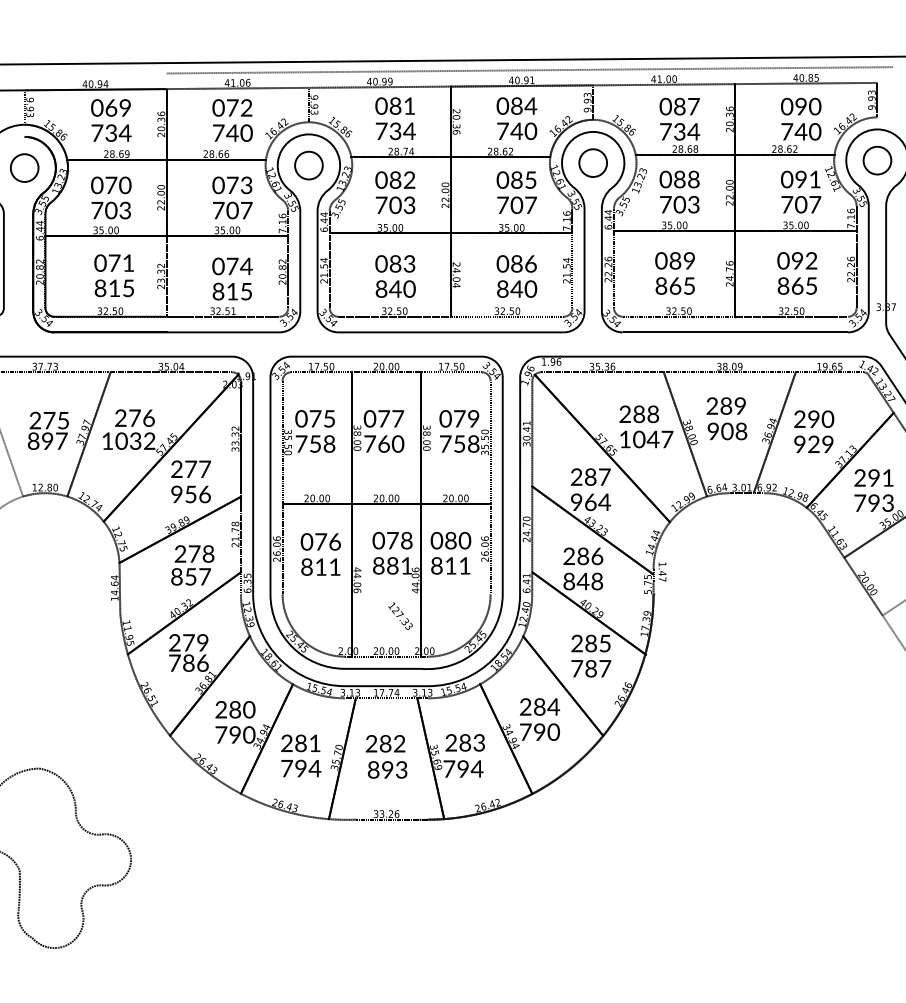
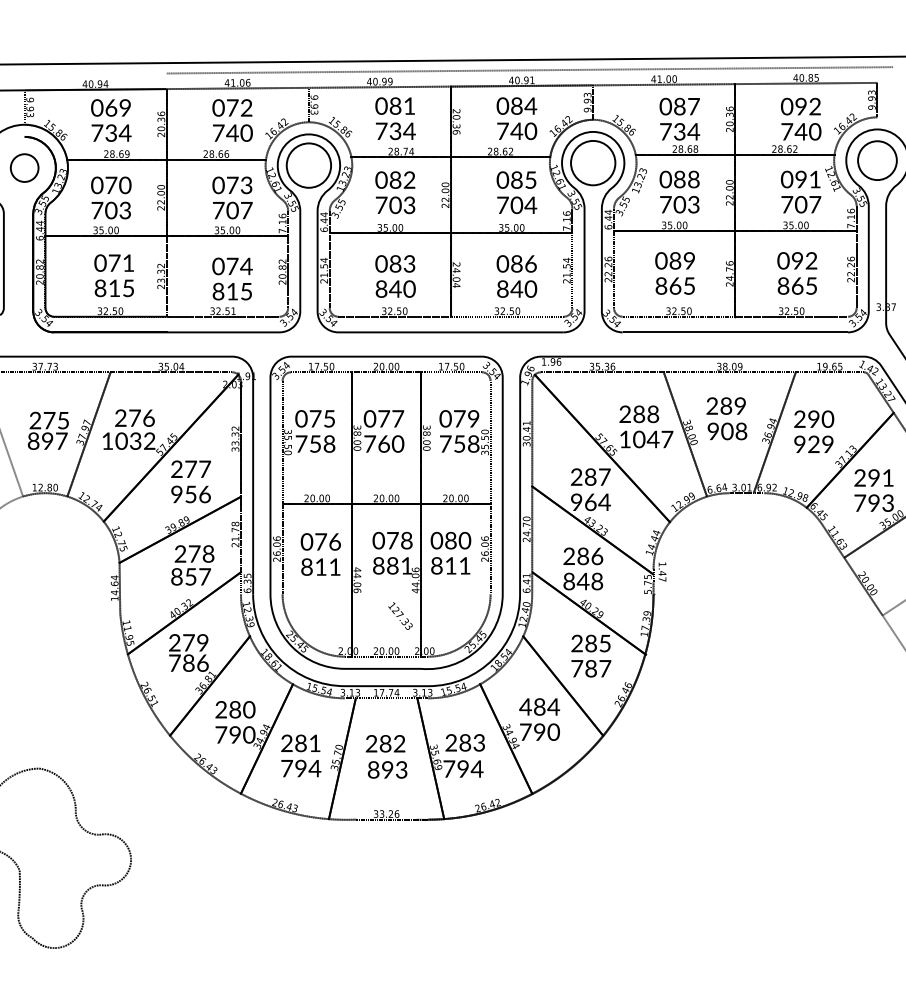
text at (815, 106): 090 -> 092
circle at (877, 160) diameter: 28 px -> 39 px
circle at (593, 163) diameter: 28 px -> 44 px
circle at (308, 165) diameter: 28 px -> 44 px
text at (530, 204): 707 -> 704
text at (525, 706): 284 -> 484
